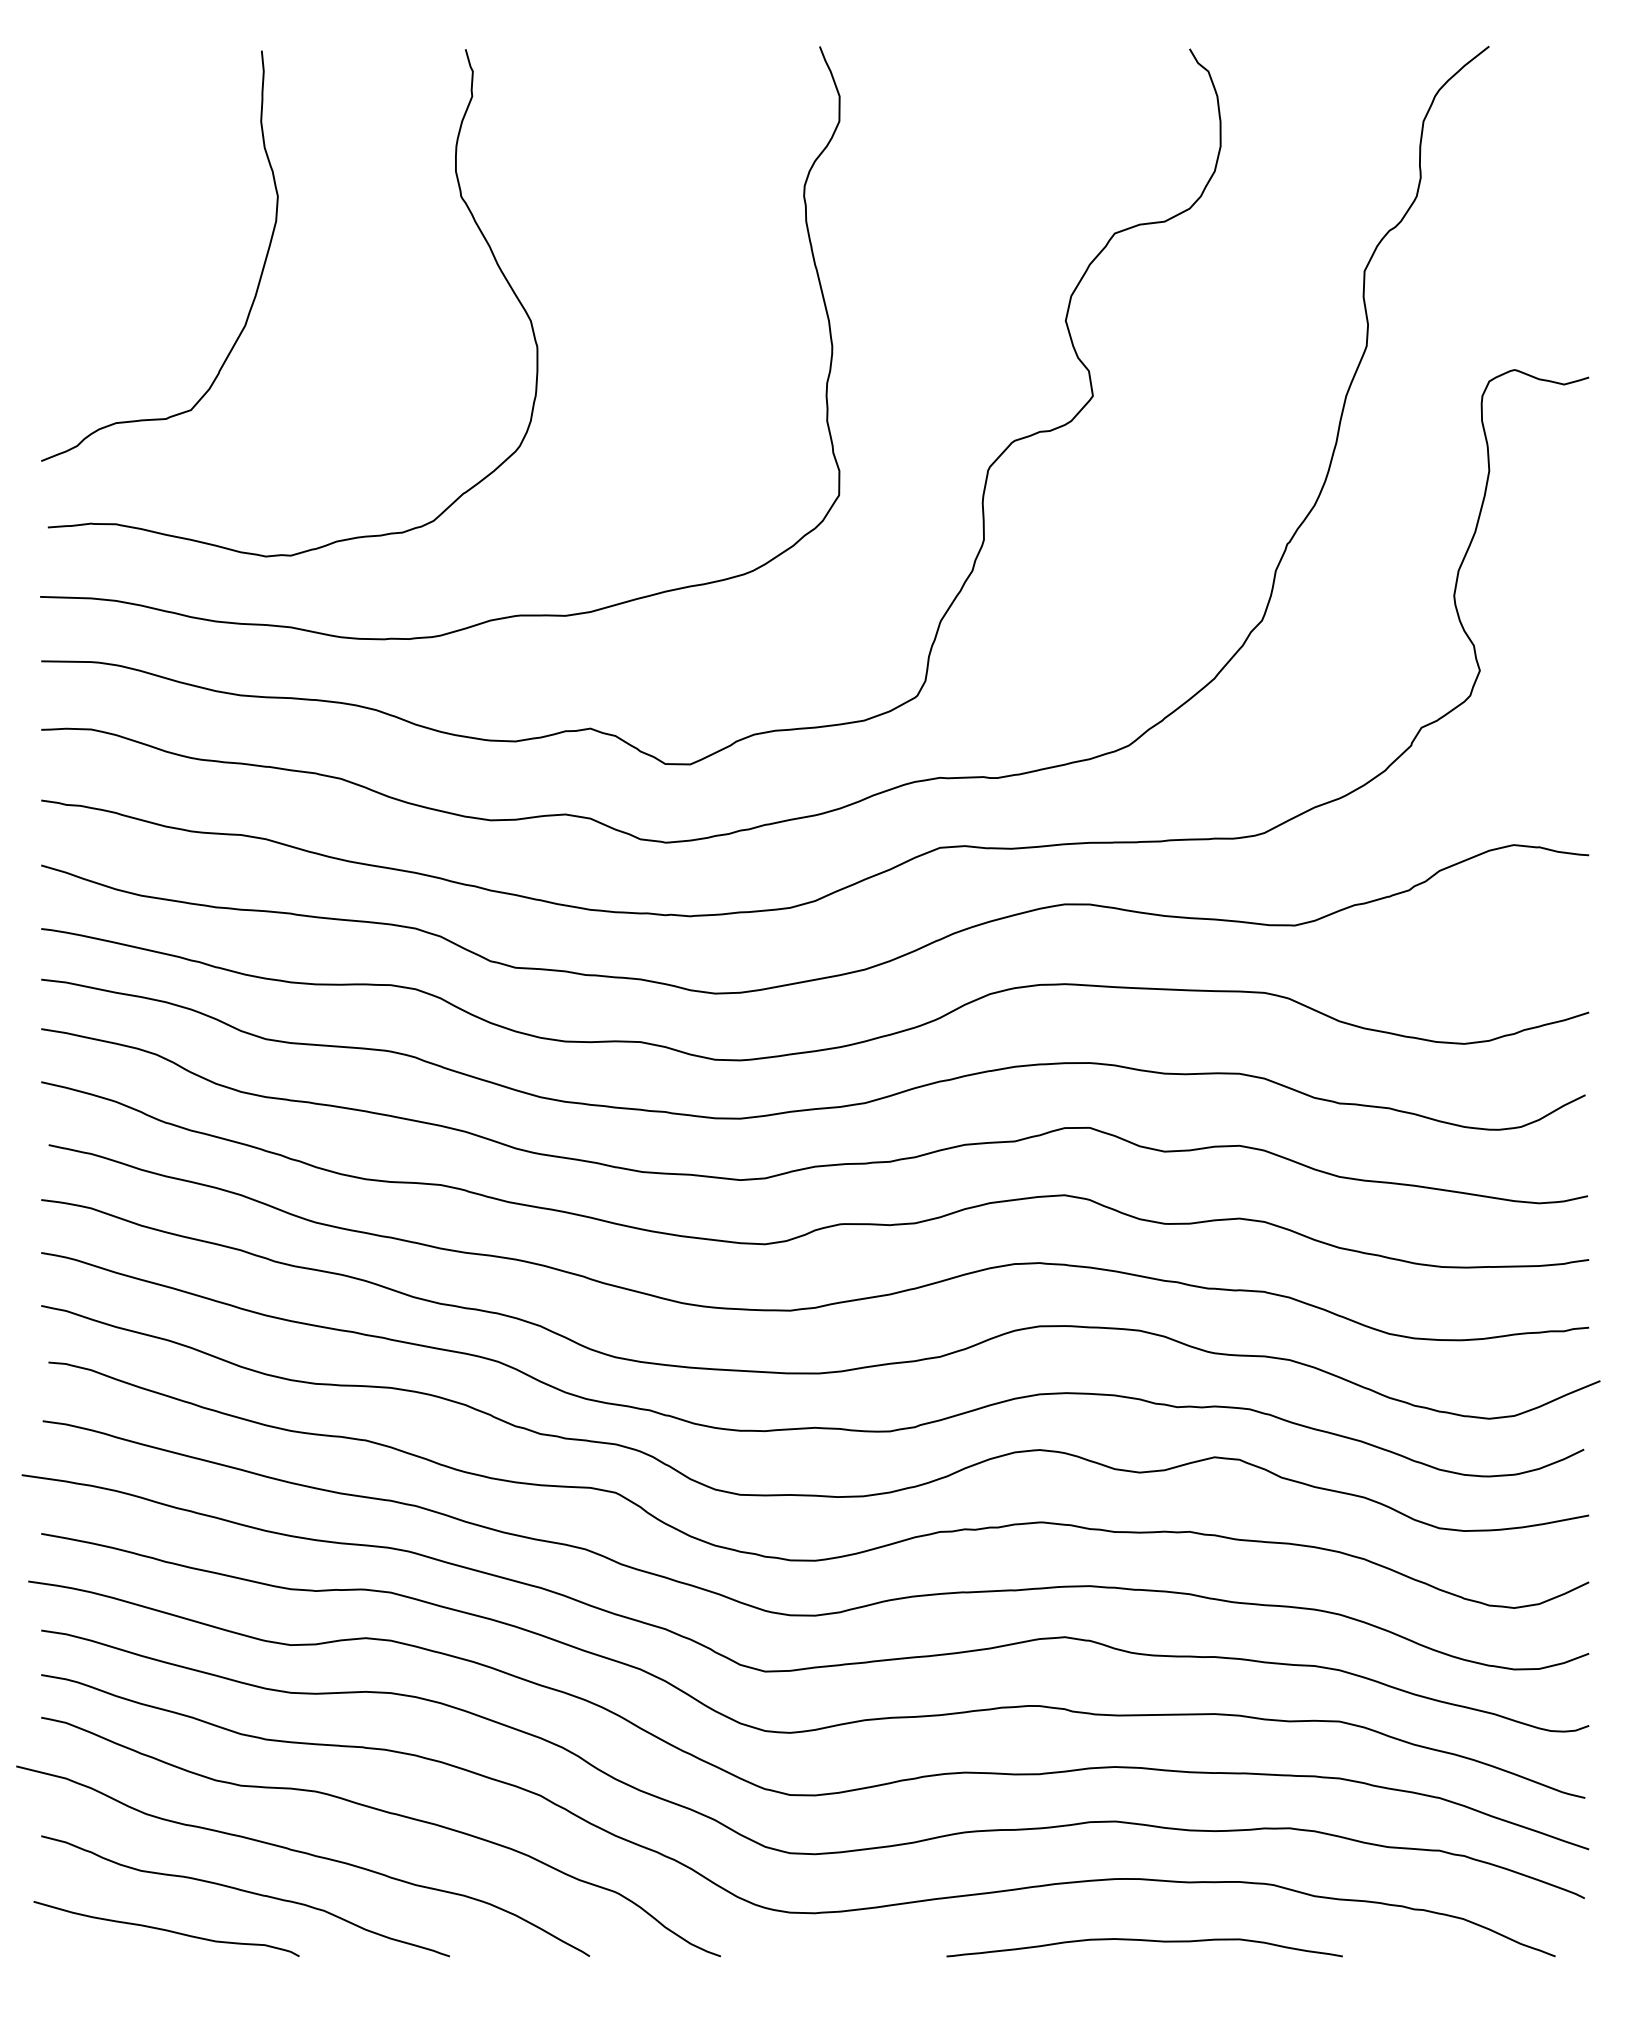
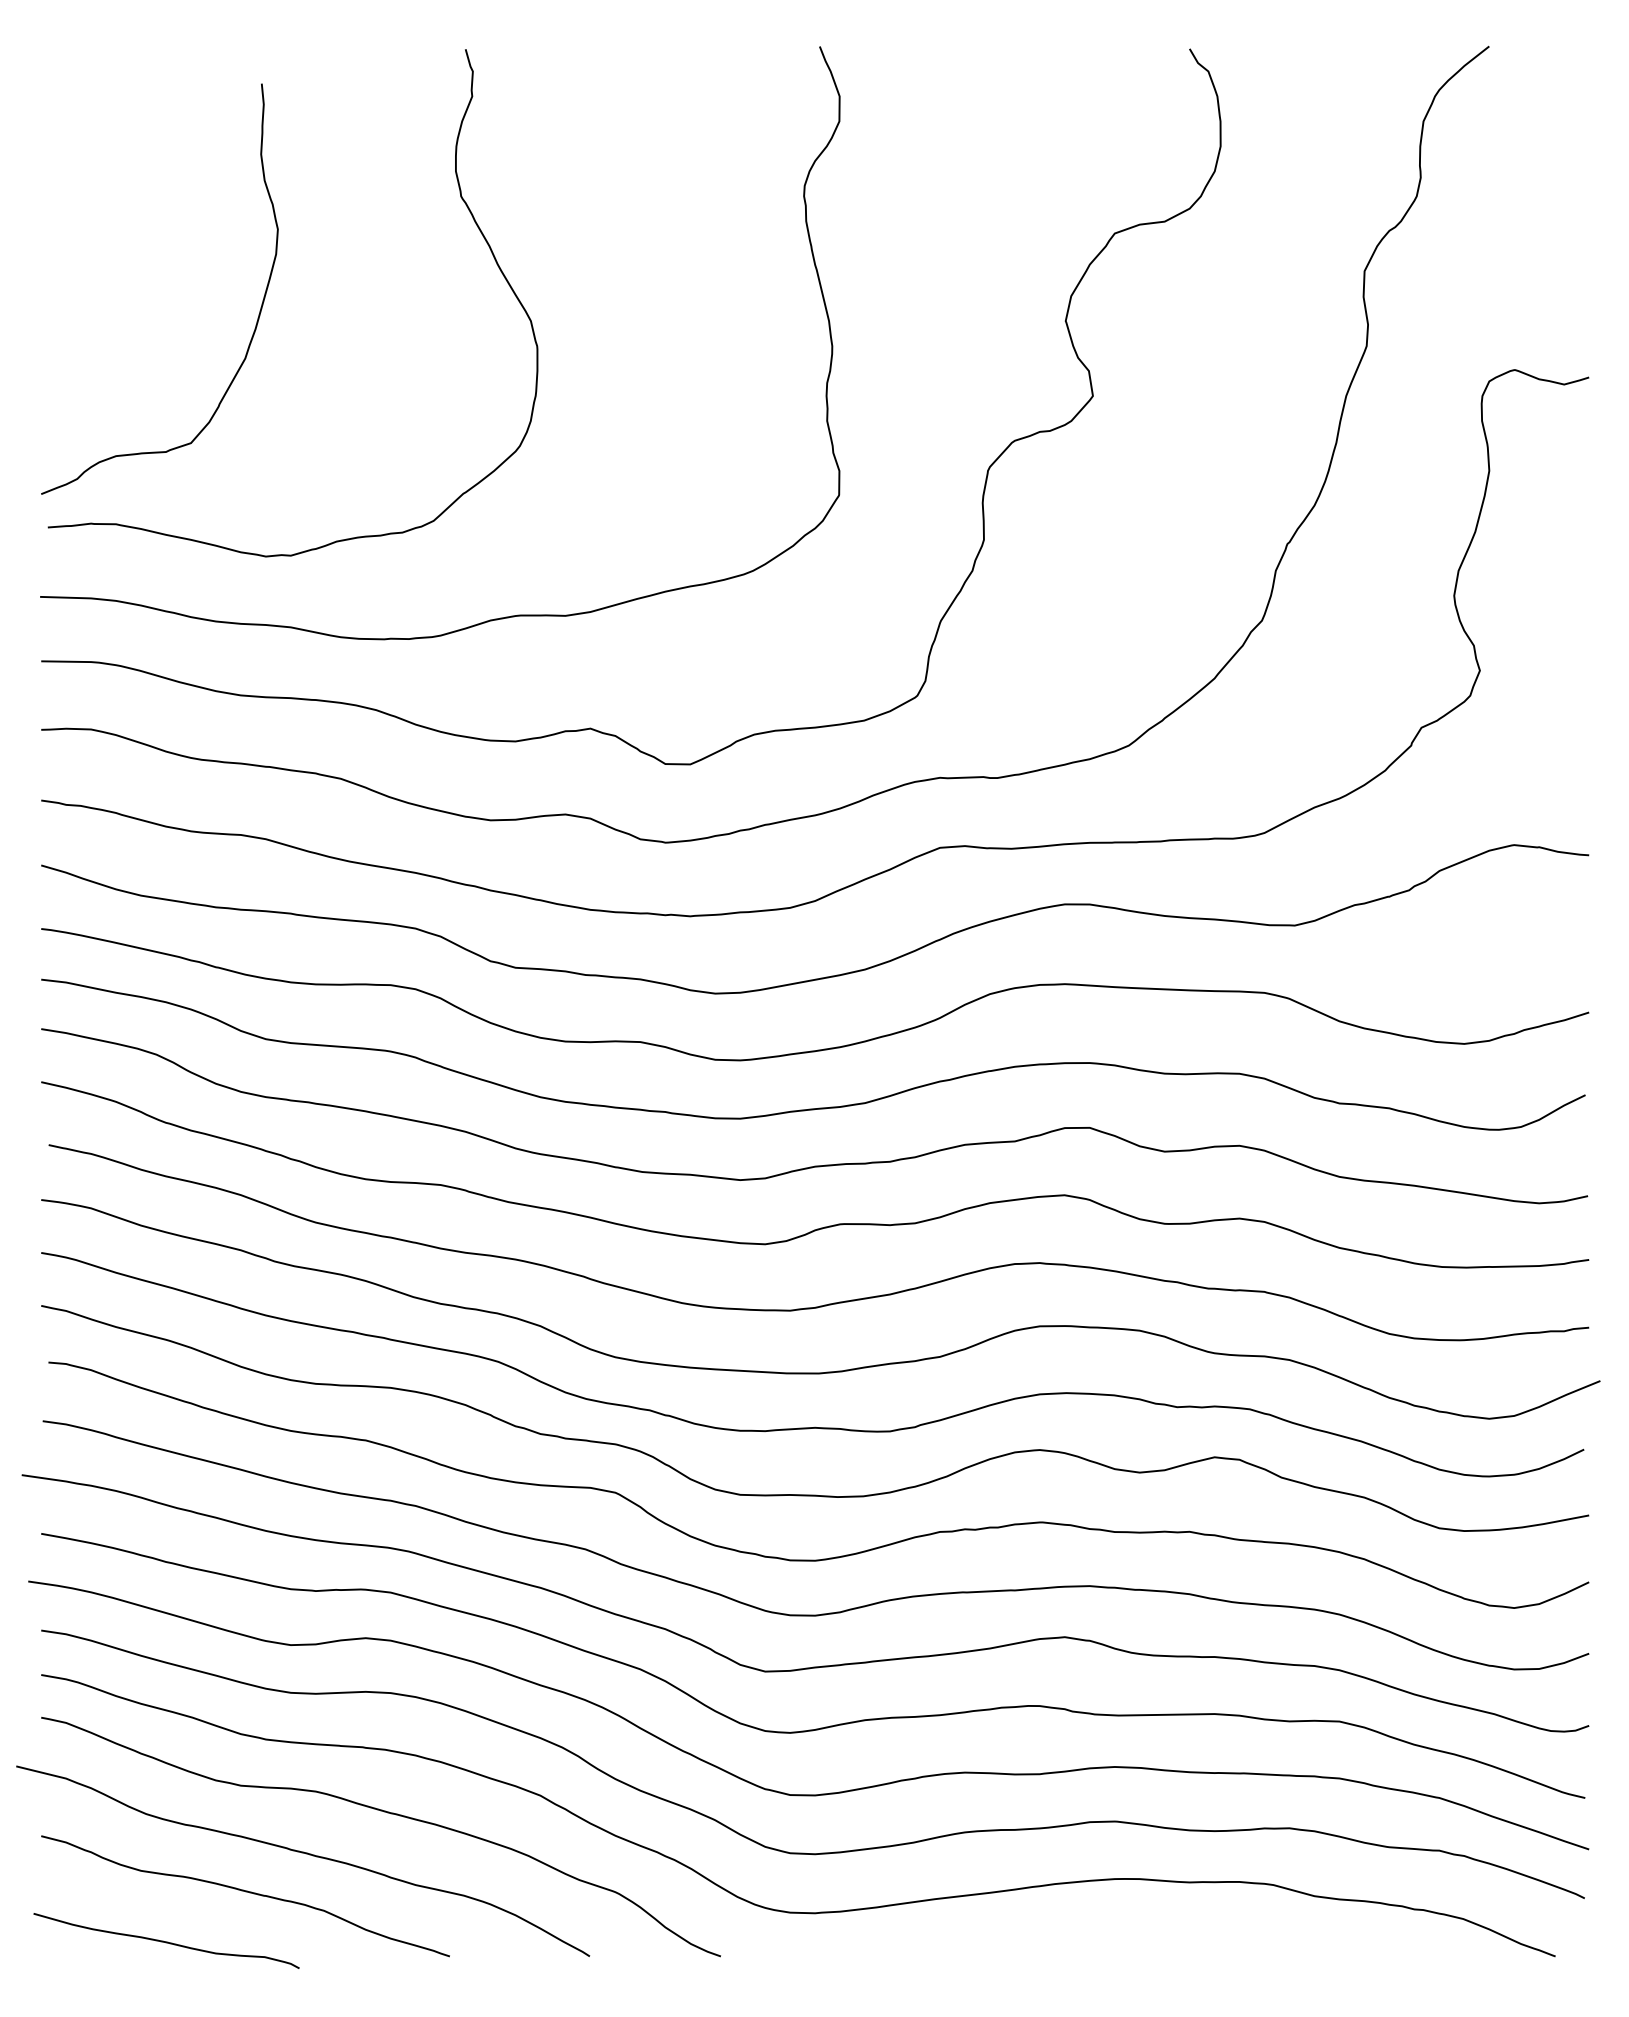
curve at (257, 284) position: (257, 284) -> (257, 317)
curve at (166, 1929) position: (166, 1929) -> (166, 1941)
curve at (1144, 1941): present -> none
